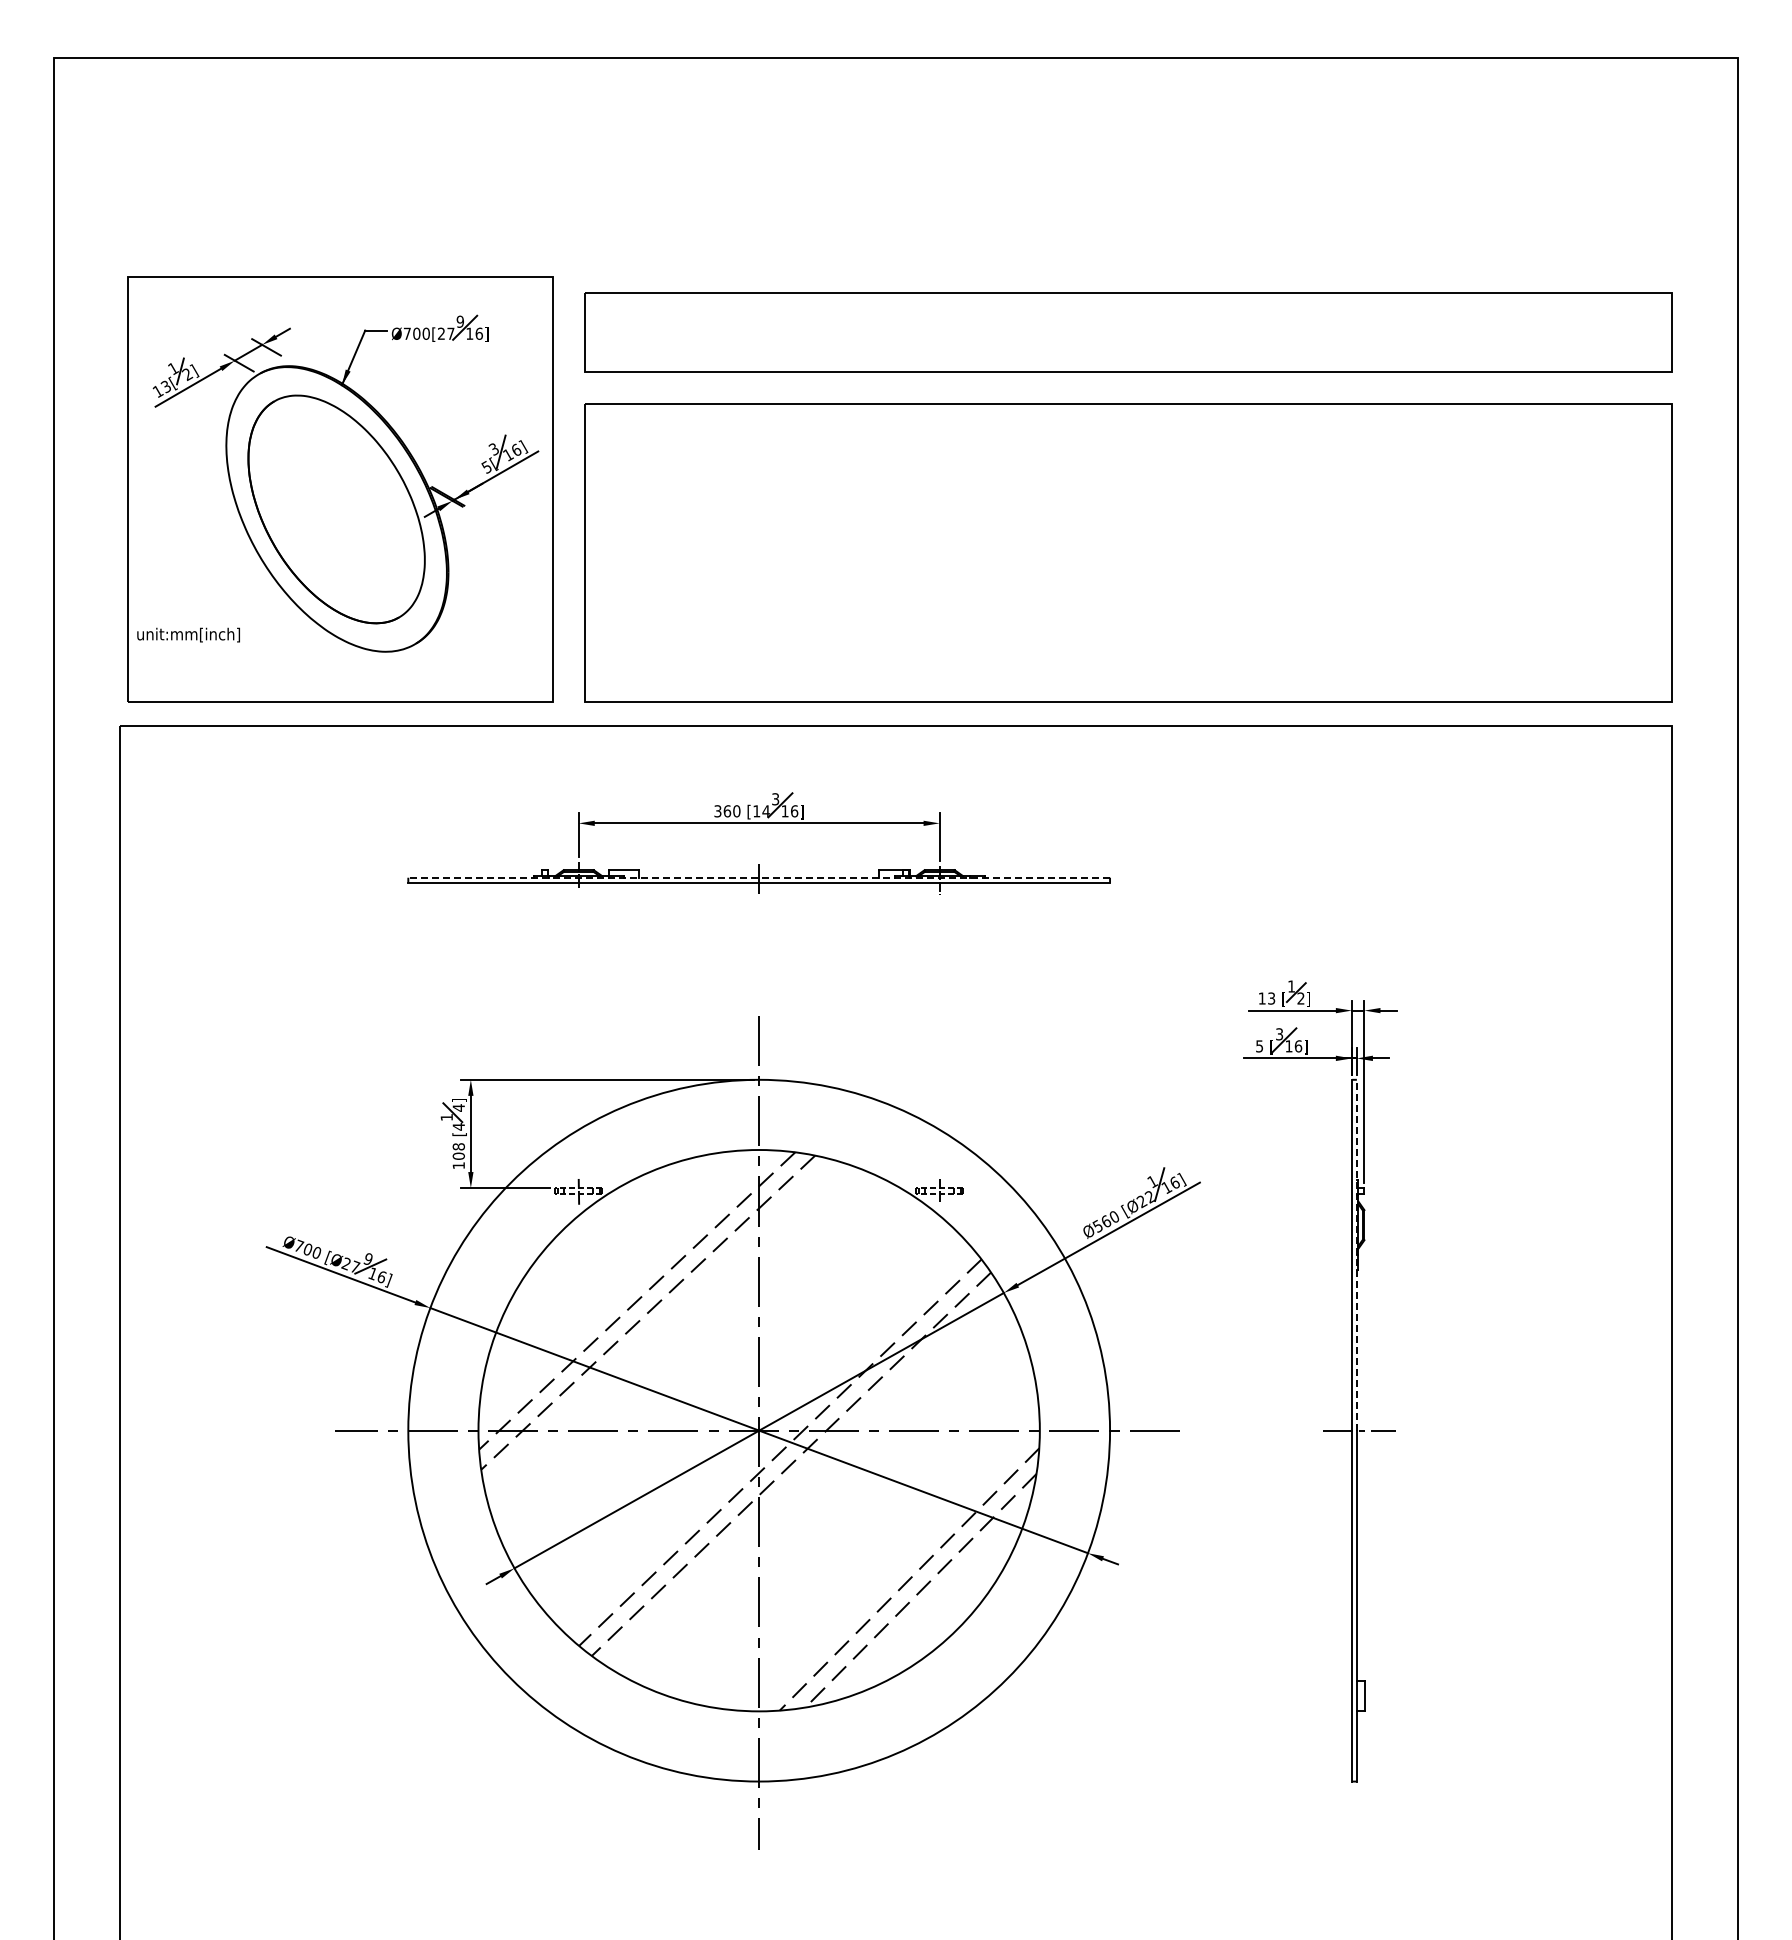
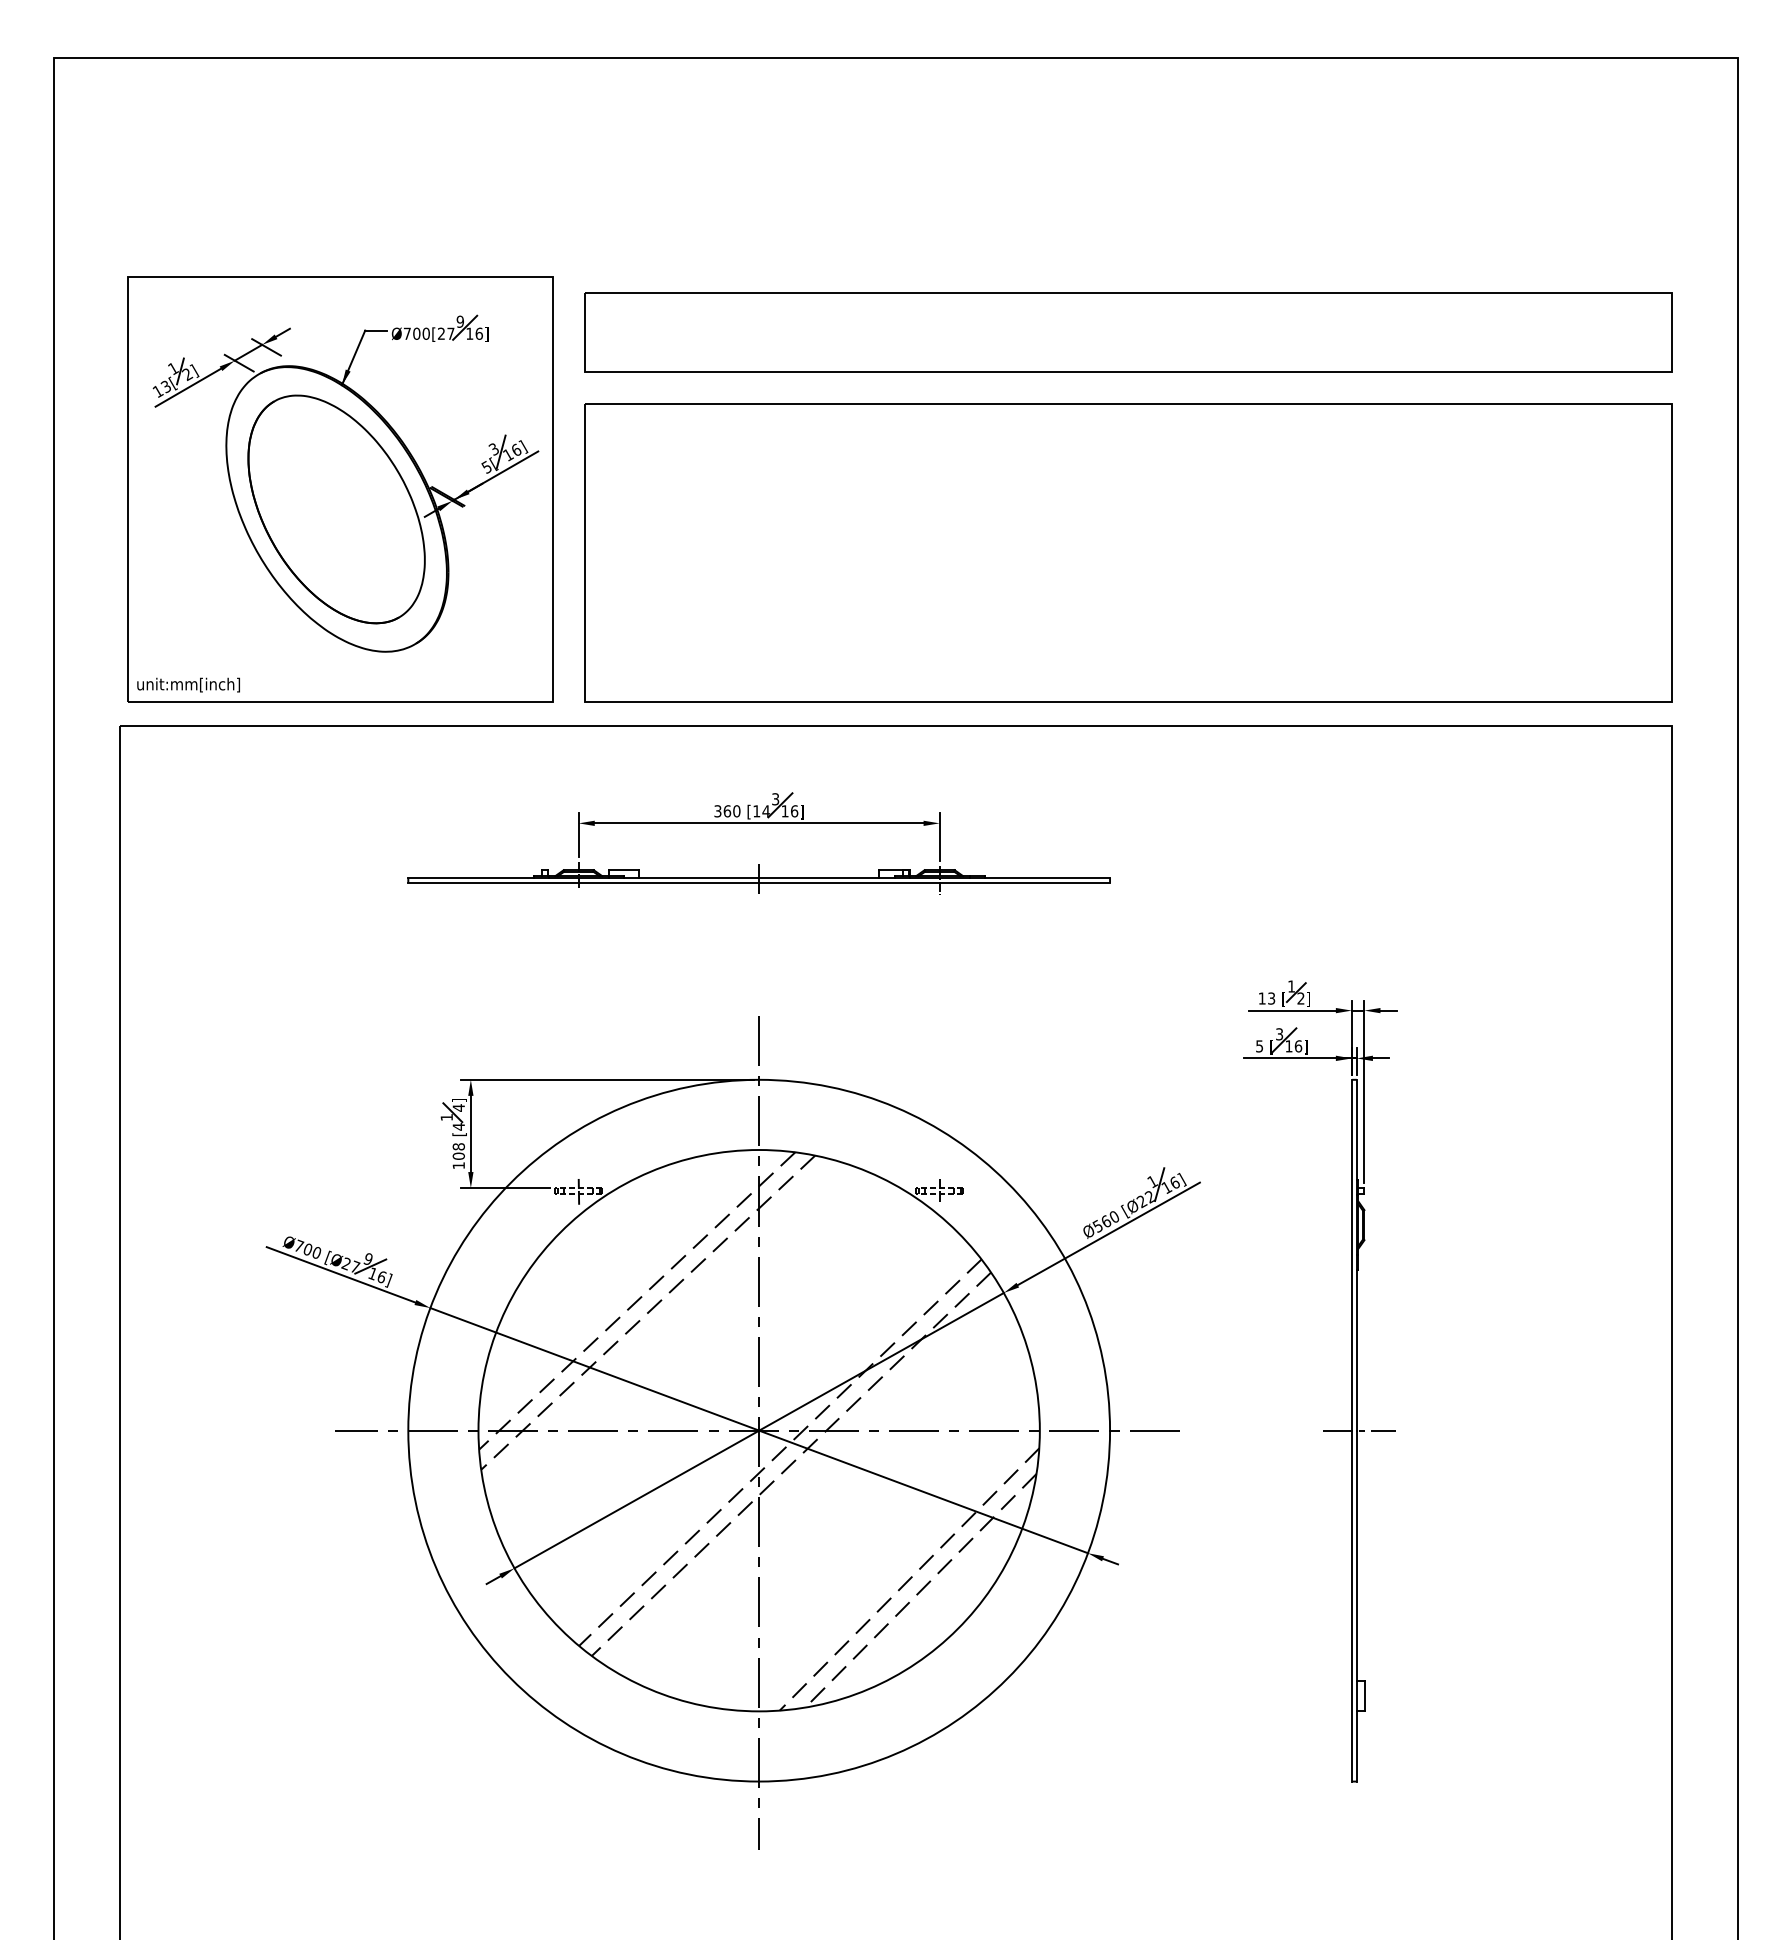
text at (188, 634) position: (188, 634) -> (188, 684)
line at (759, 877): dashed -> solid
line at (1356, 1254): dashed -> solid
